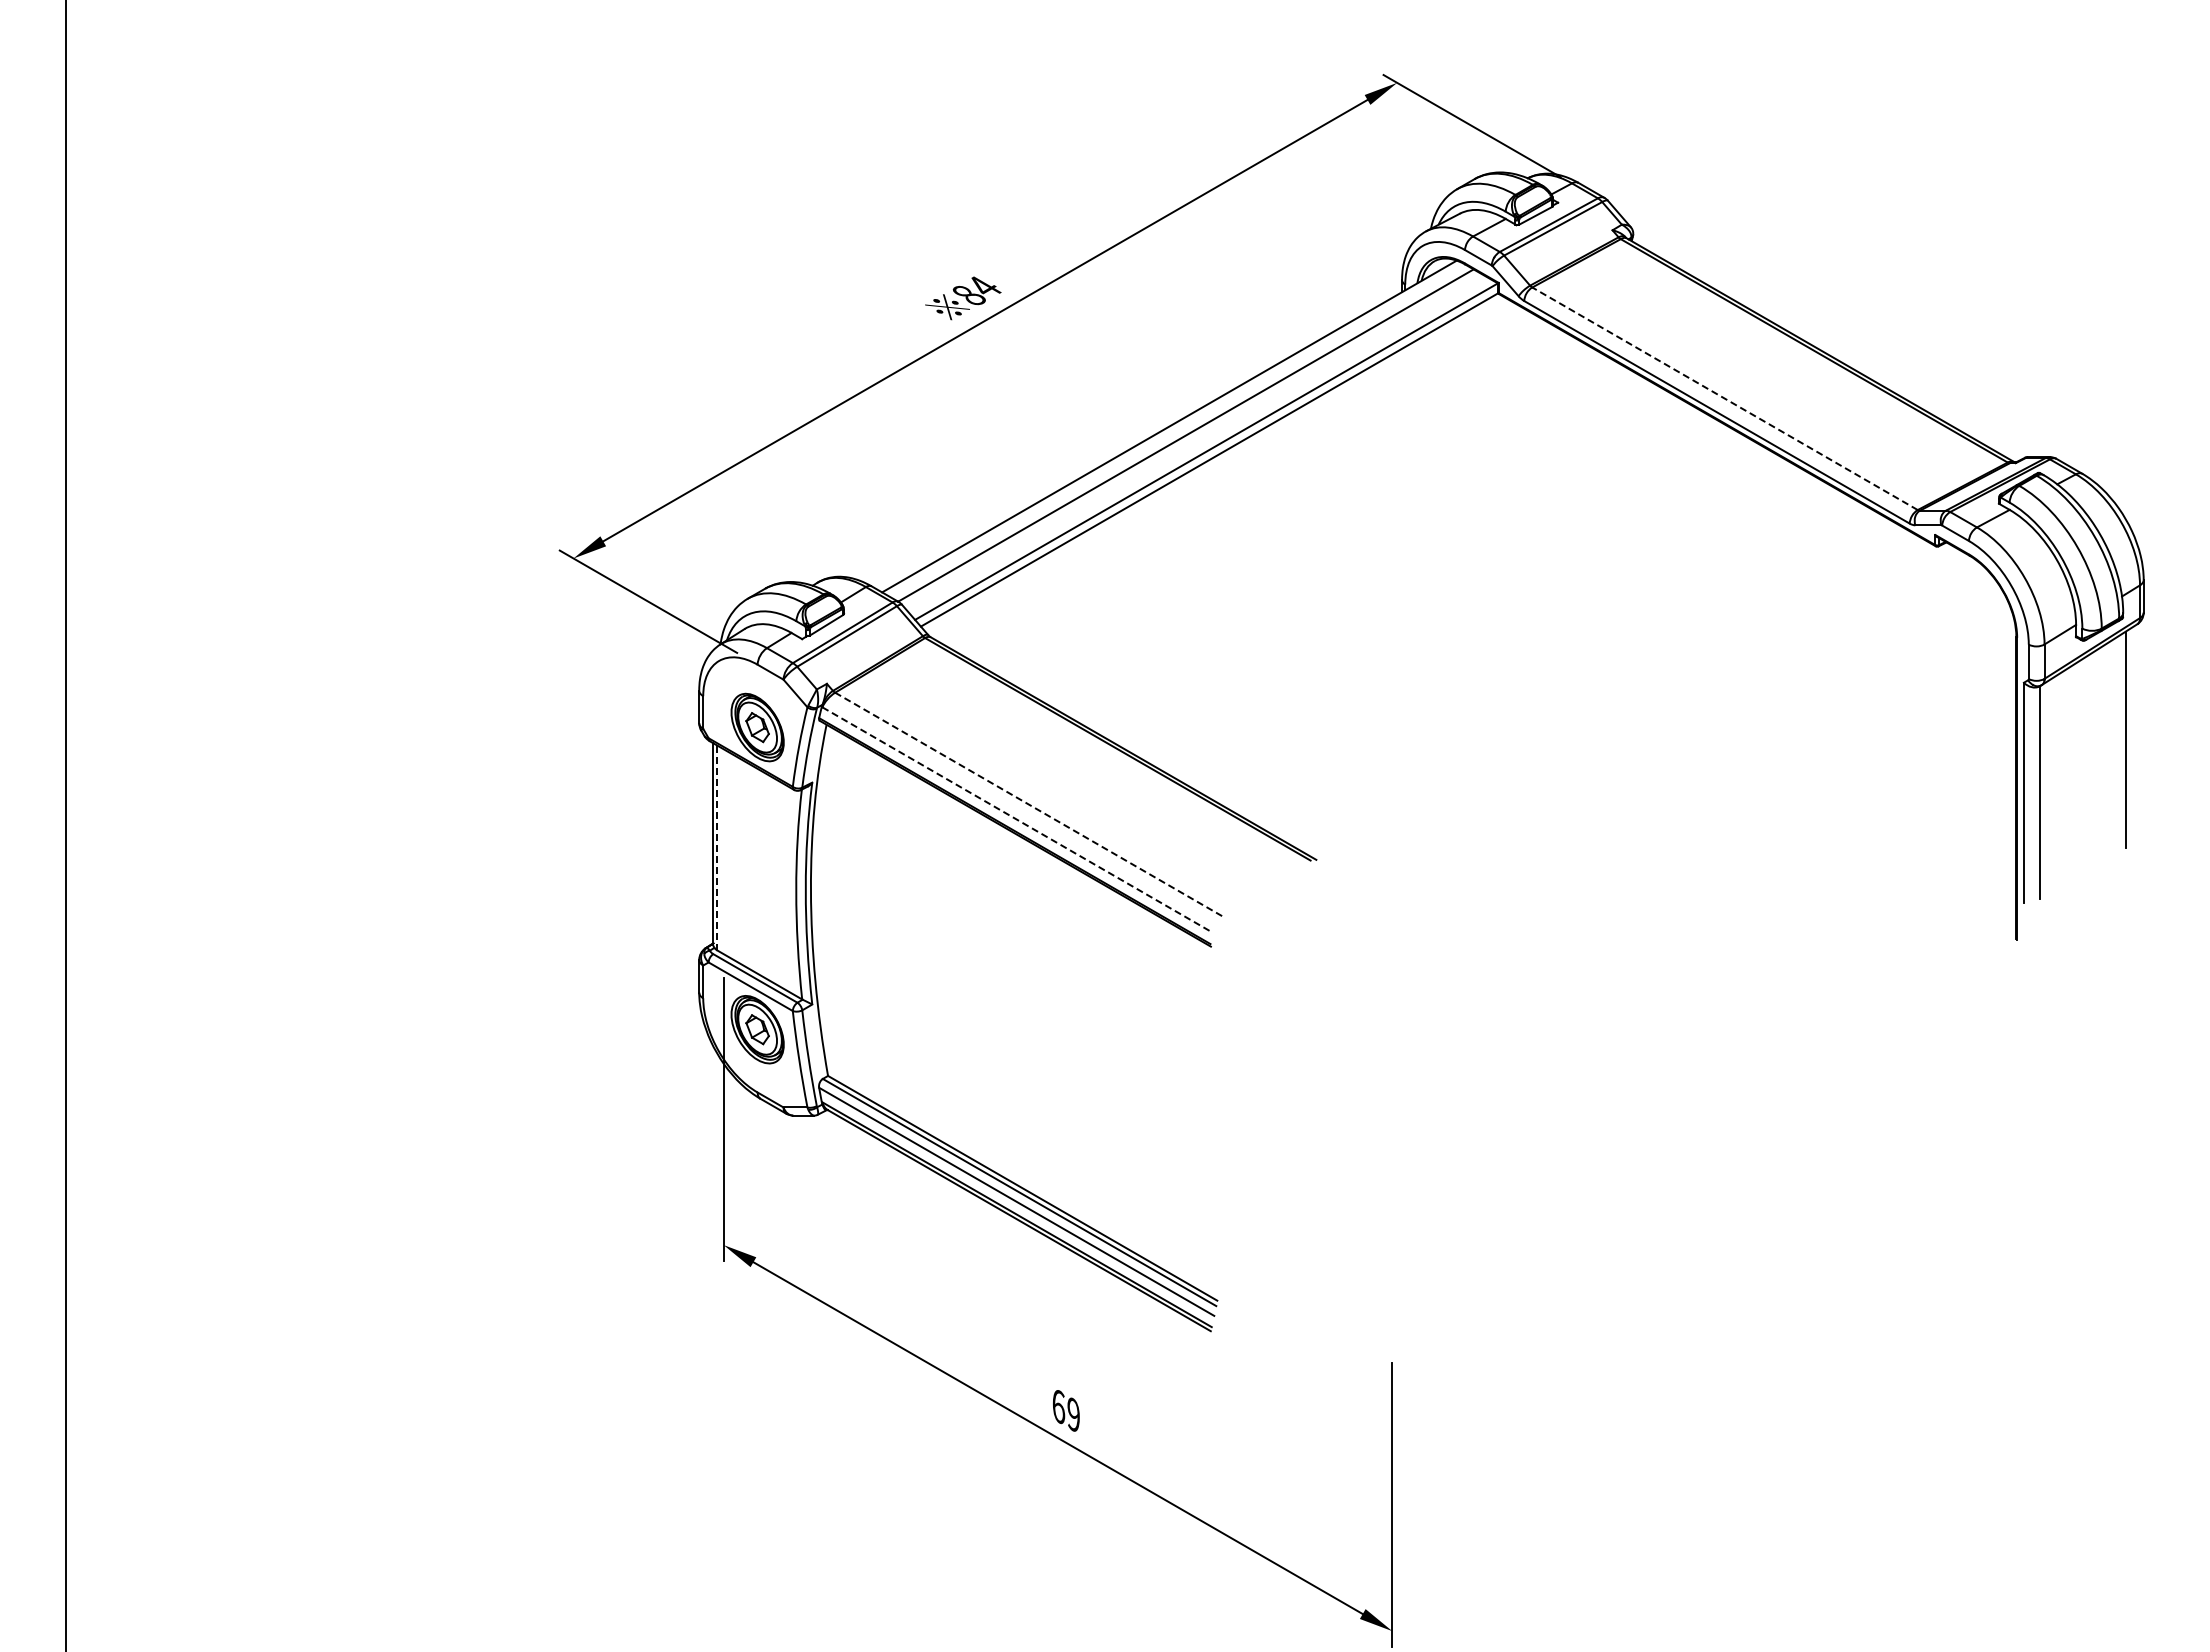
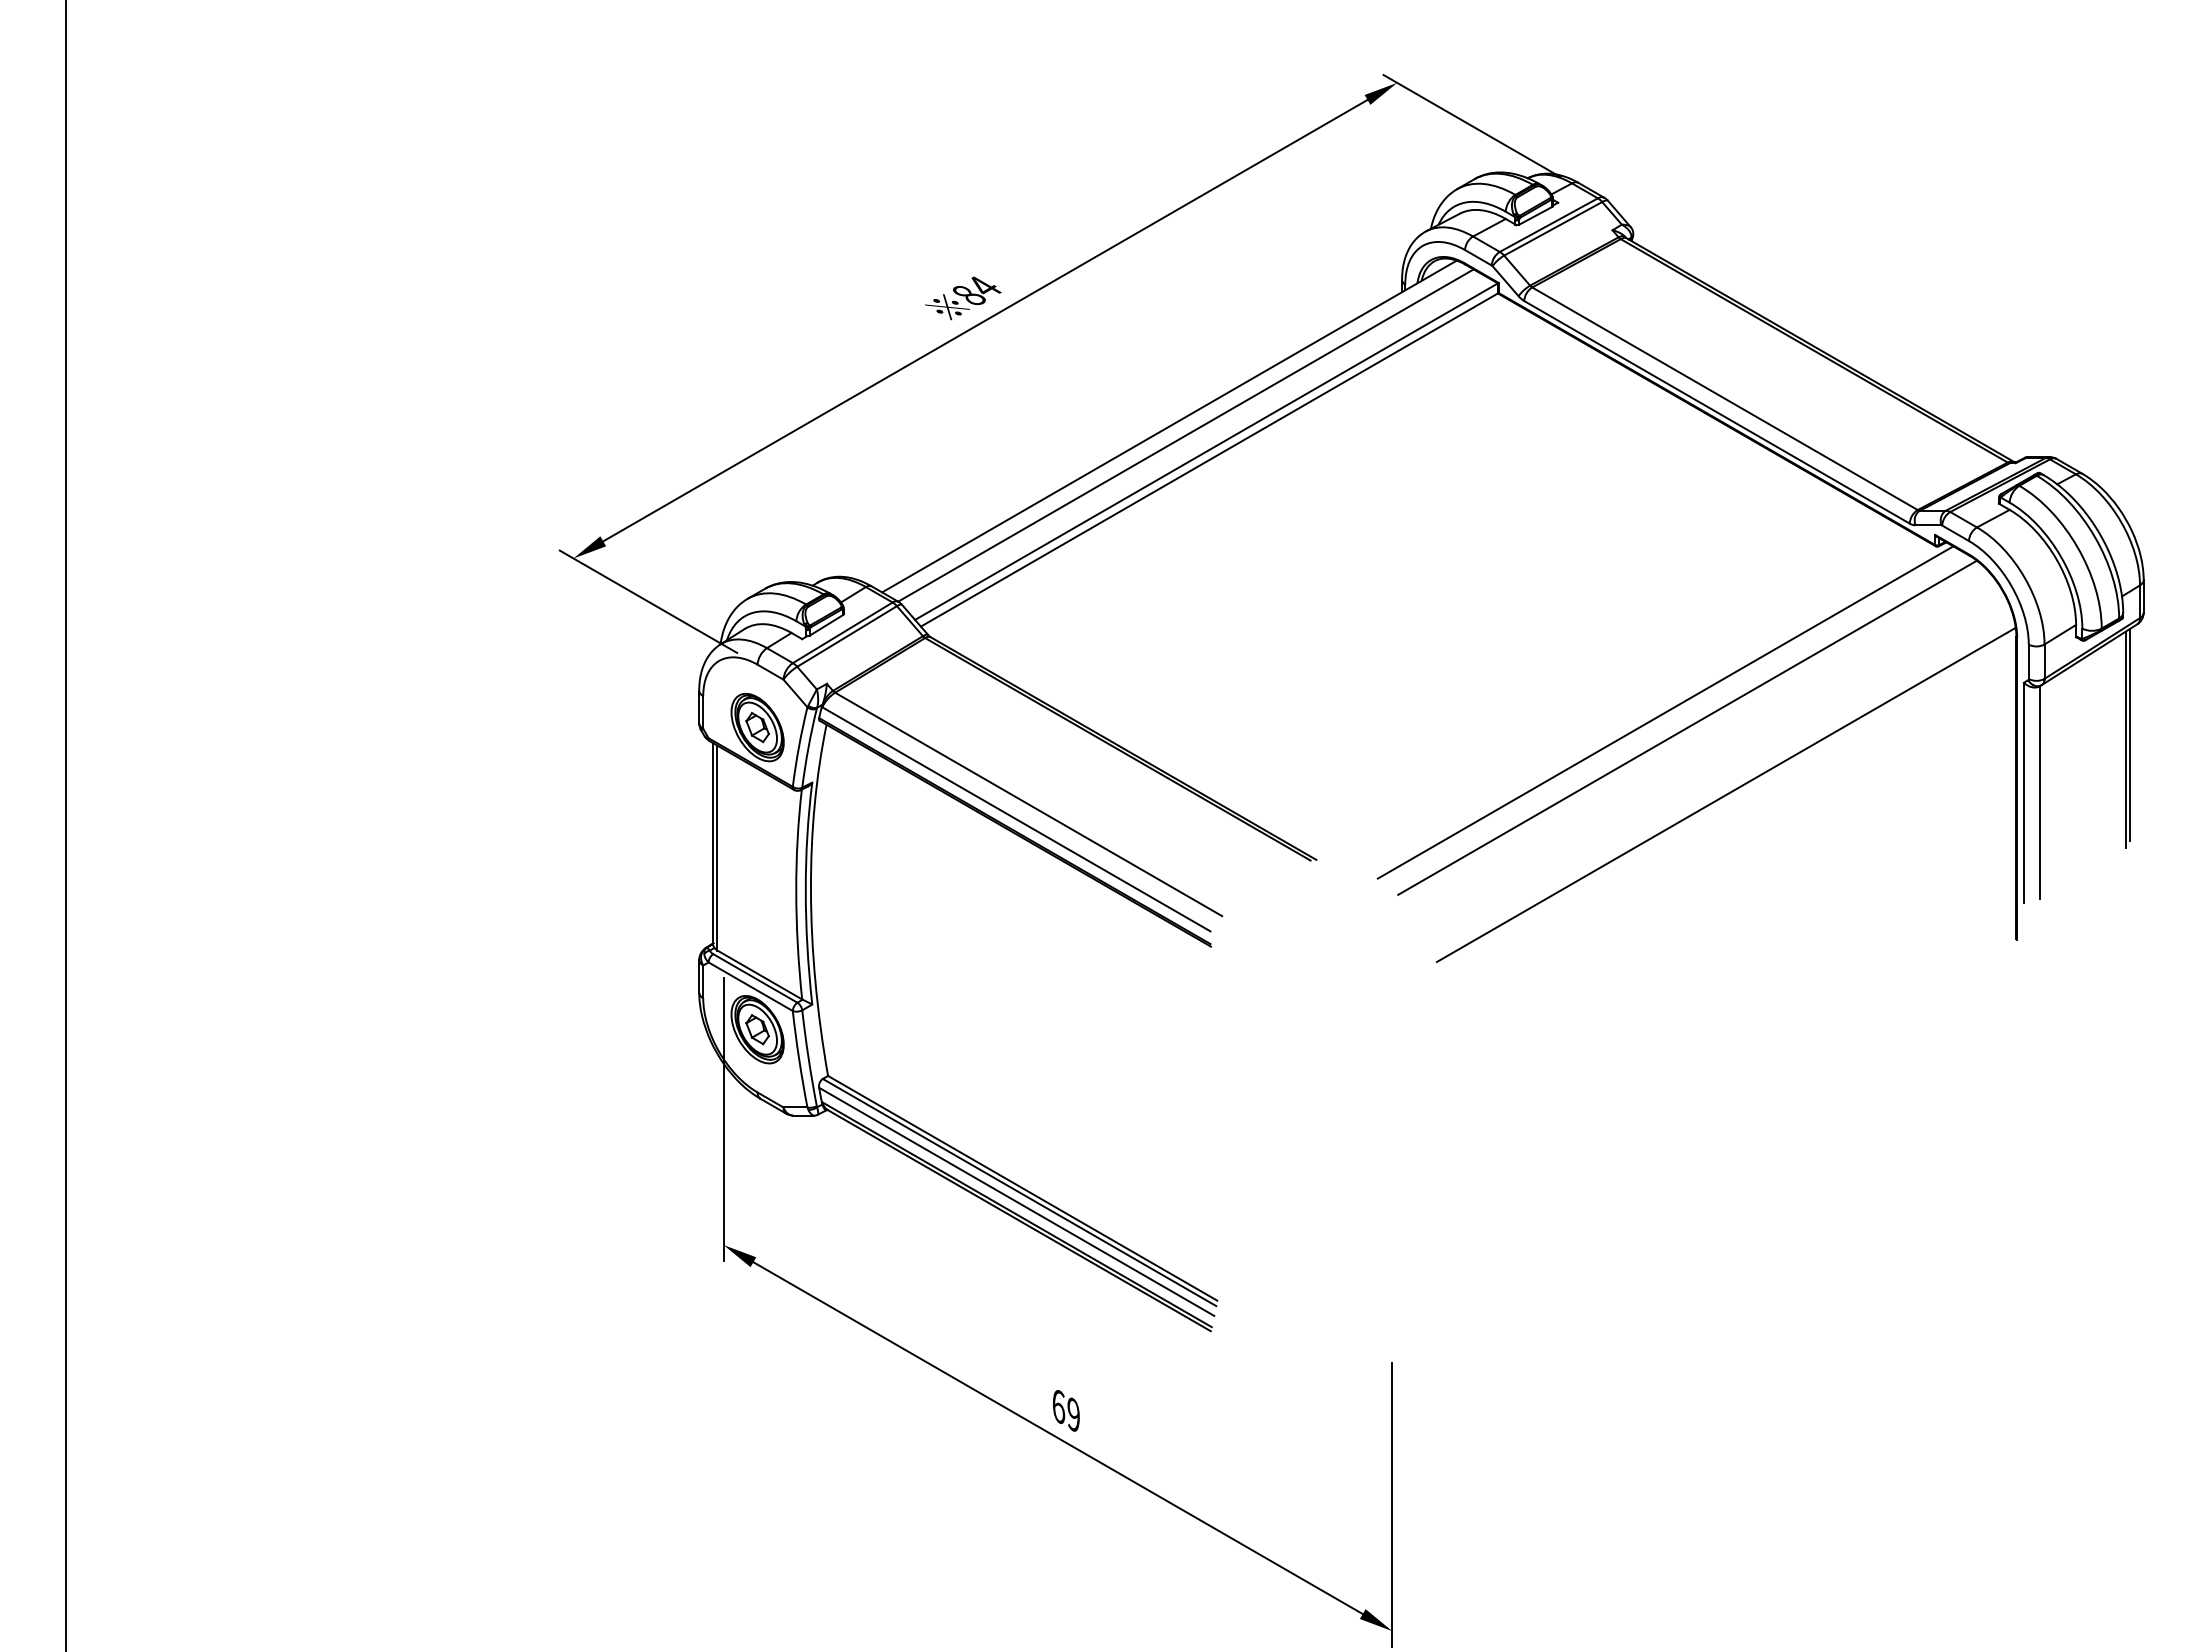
line at (1725, 398): dashed -> solid
line at (1665, 712): none -> present
line at (1687, 727): none -> present
line at (2129, 734): none -> present
line at (1725, 794): none -> present
line at (1028, 804): dashed -> solid
line at (1016, 819): dashed -> solid
line at (717, 847): dashed -> solid
